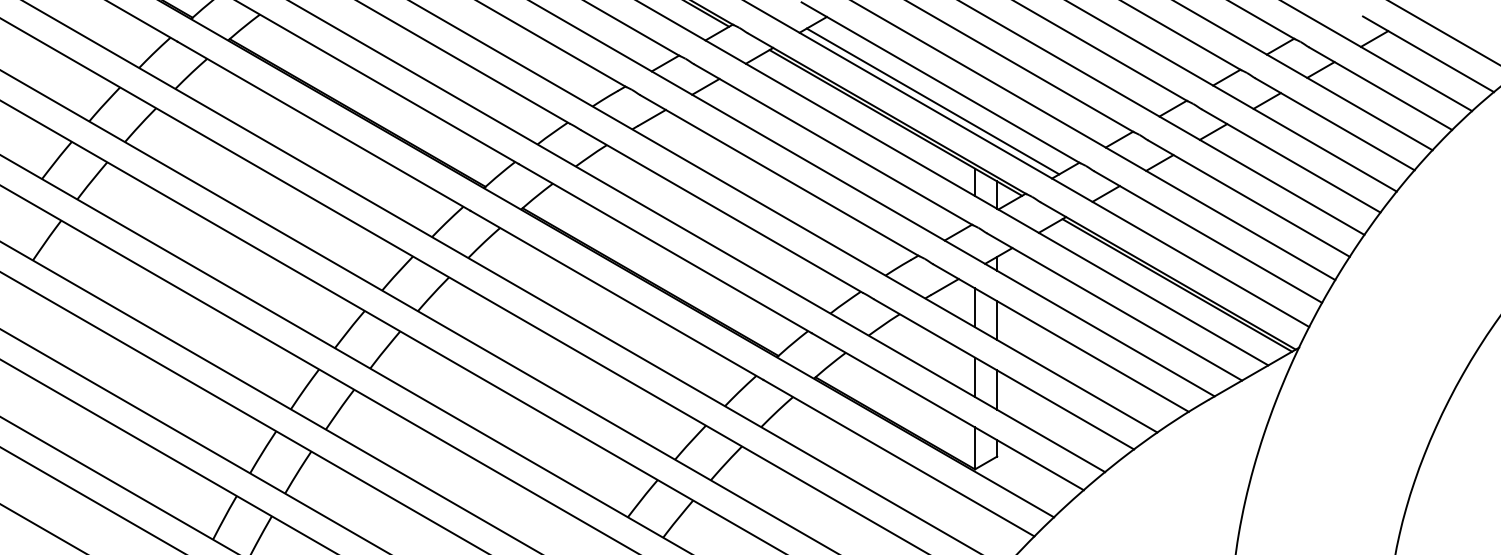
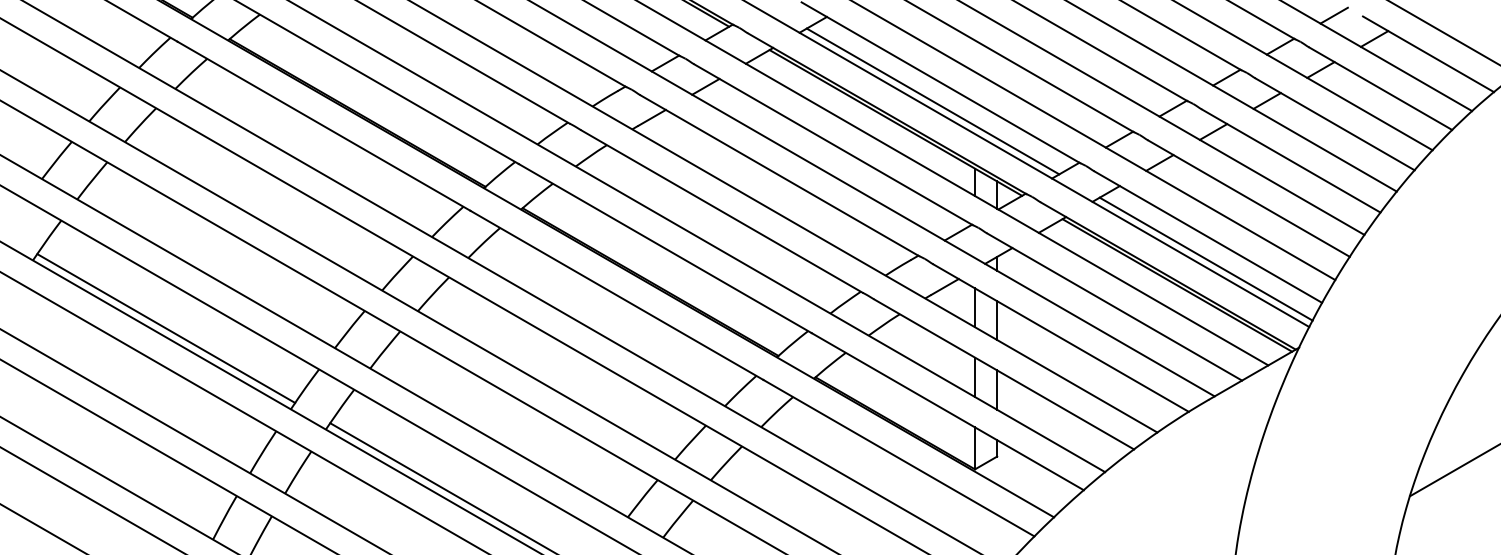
line at (1333, 15): none -> present
line at (1205, 258): none -> present
line at (166, 328): none -> present
line at (1453, 470): none -> present
line at (441, 487): none -> present
